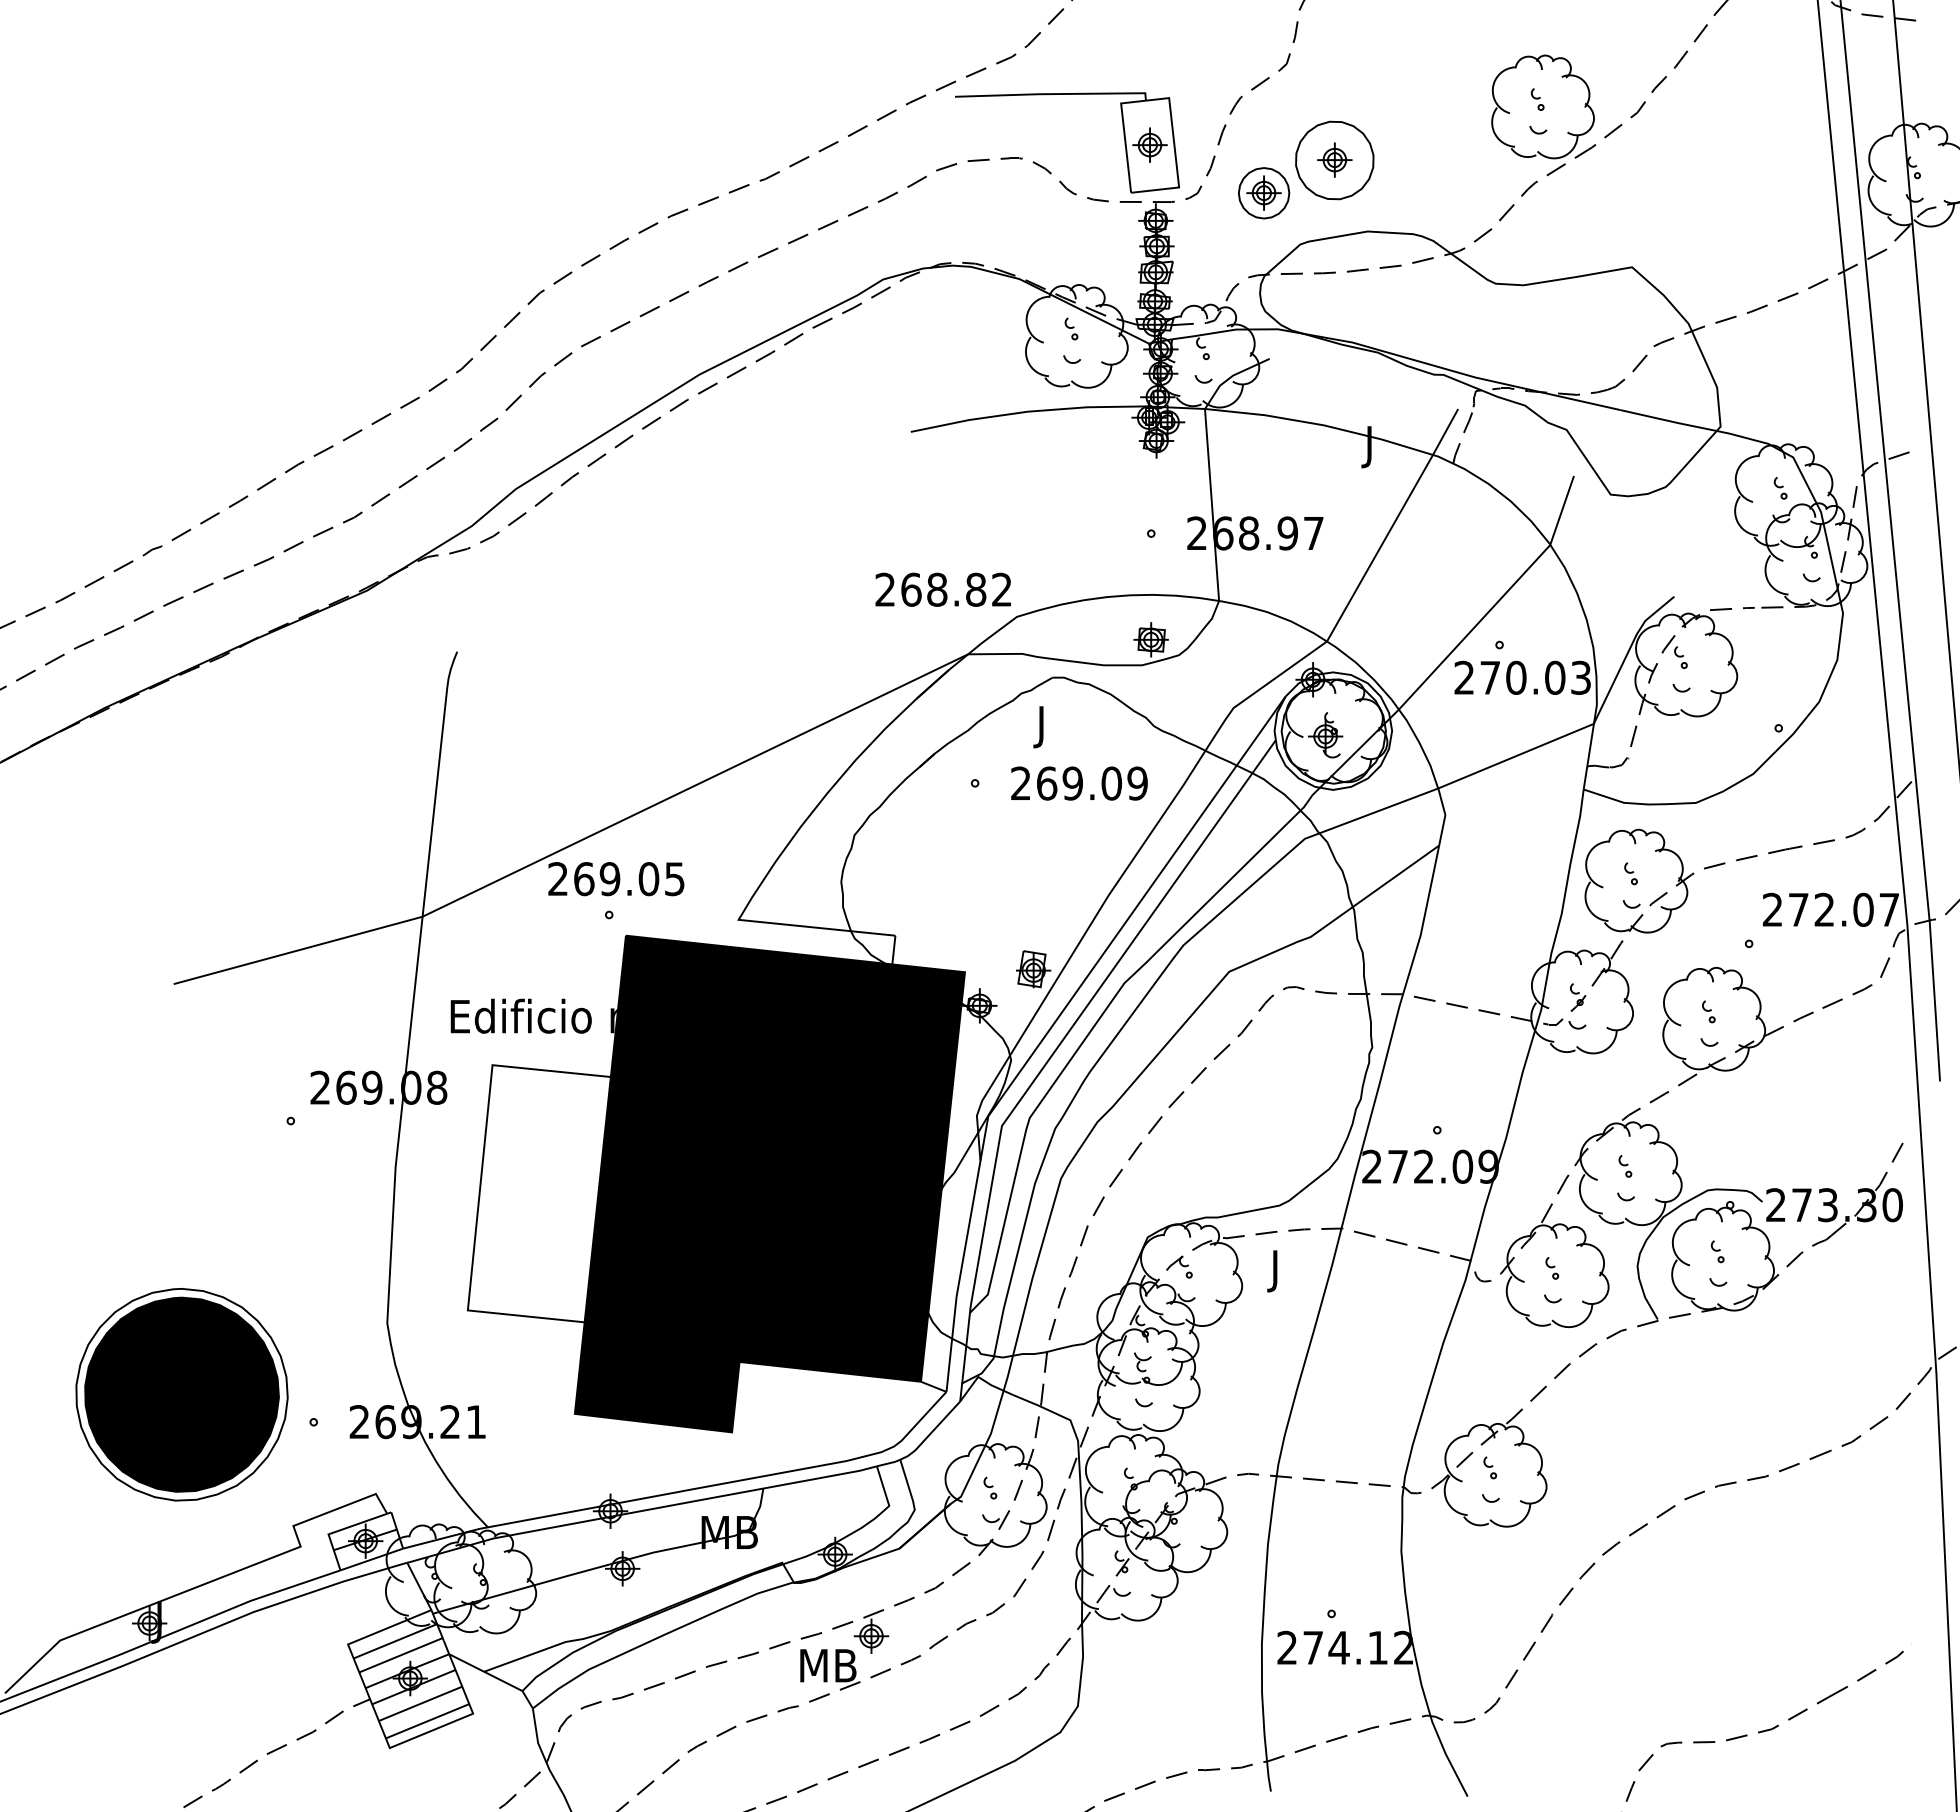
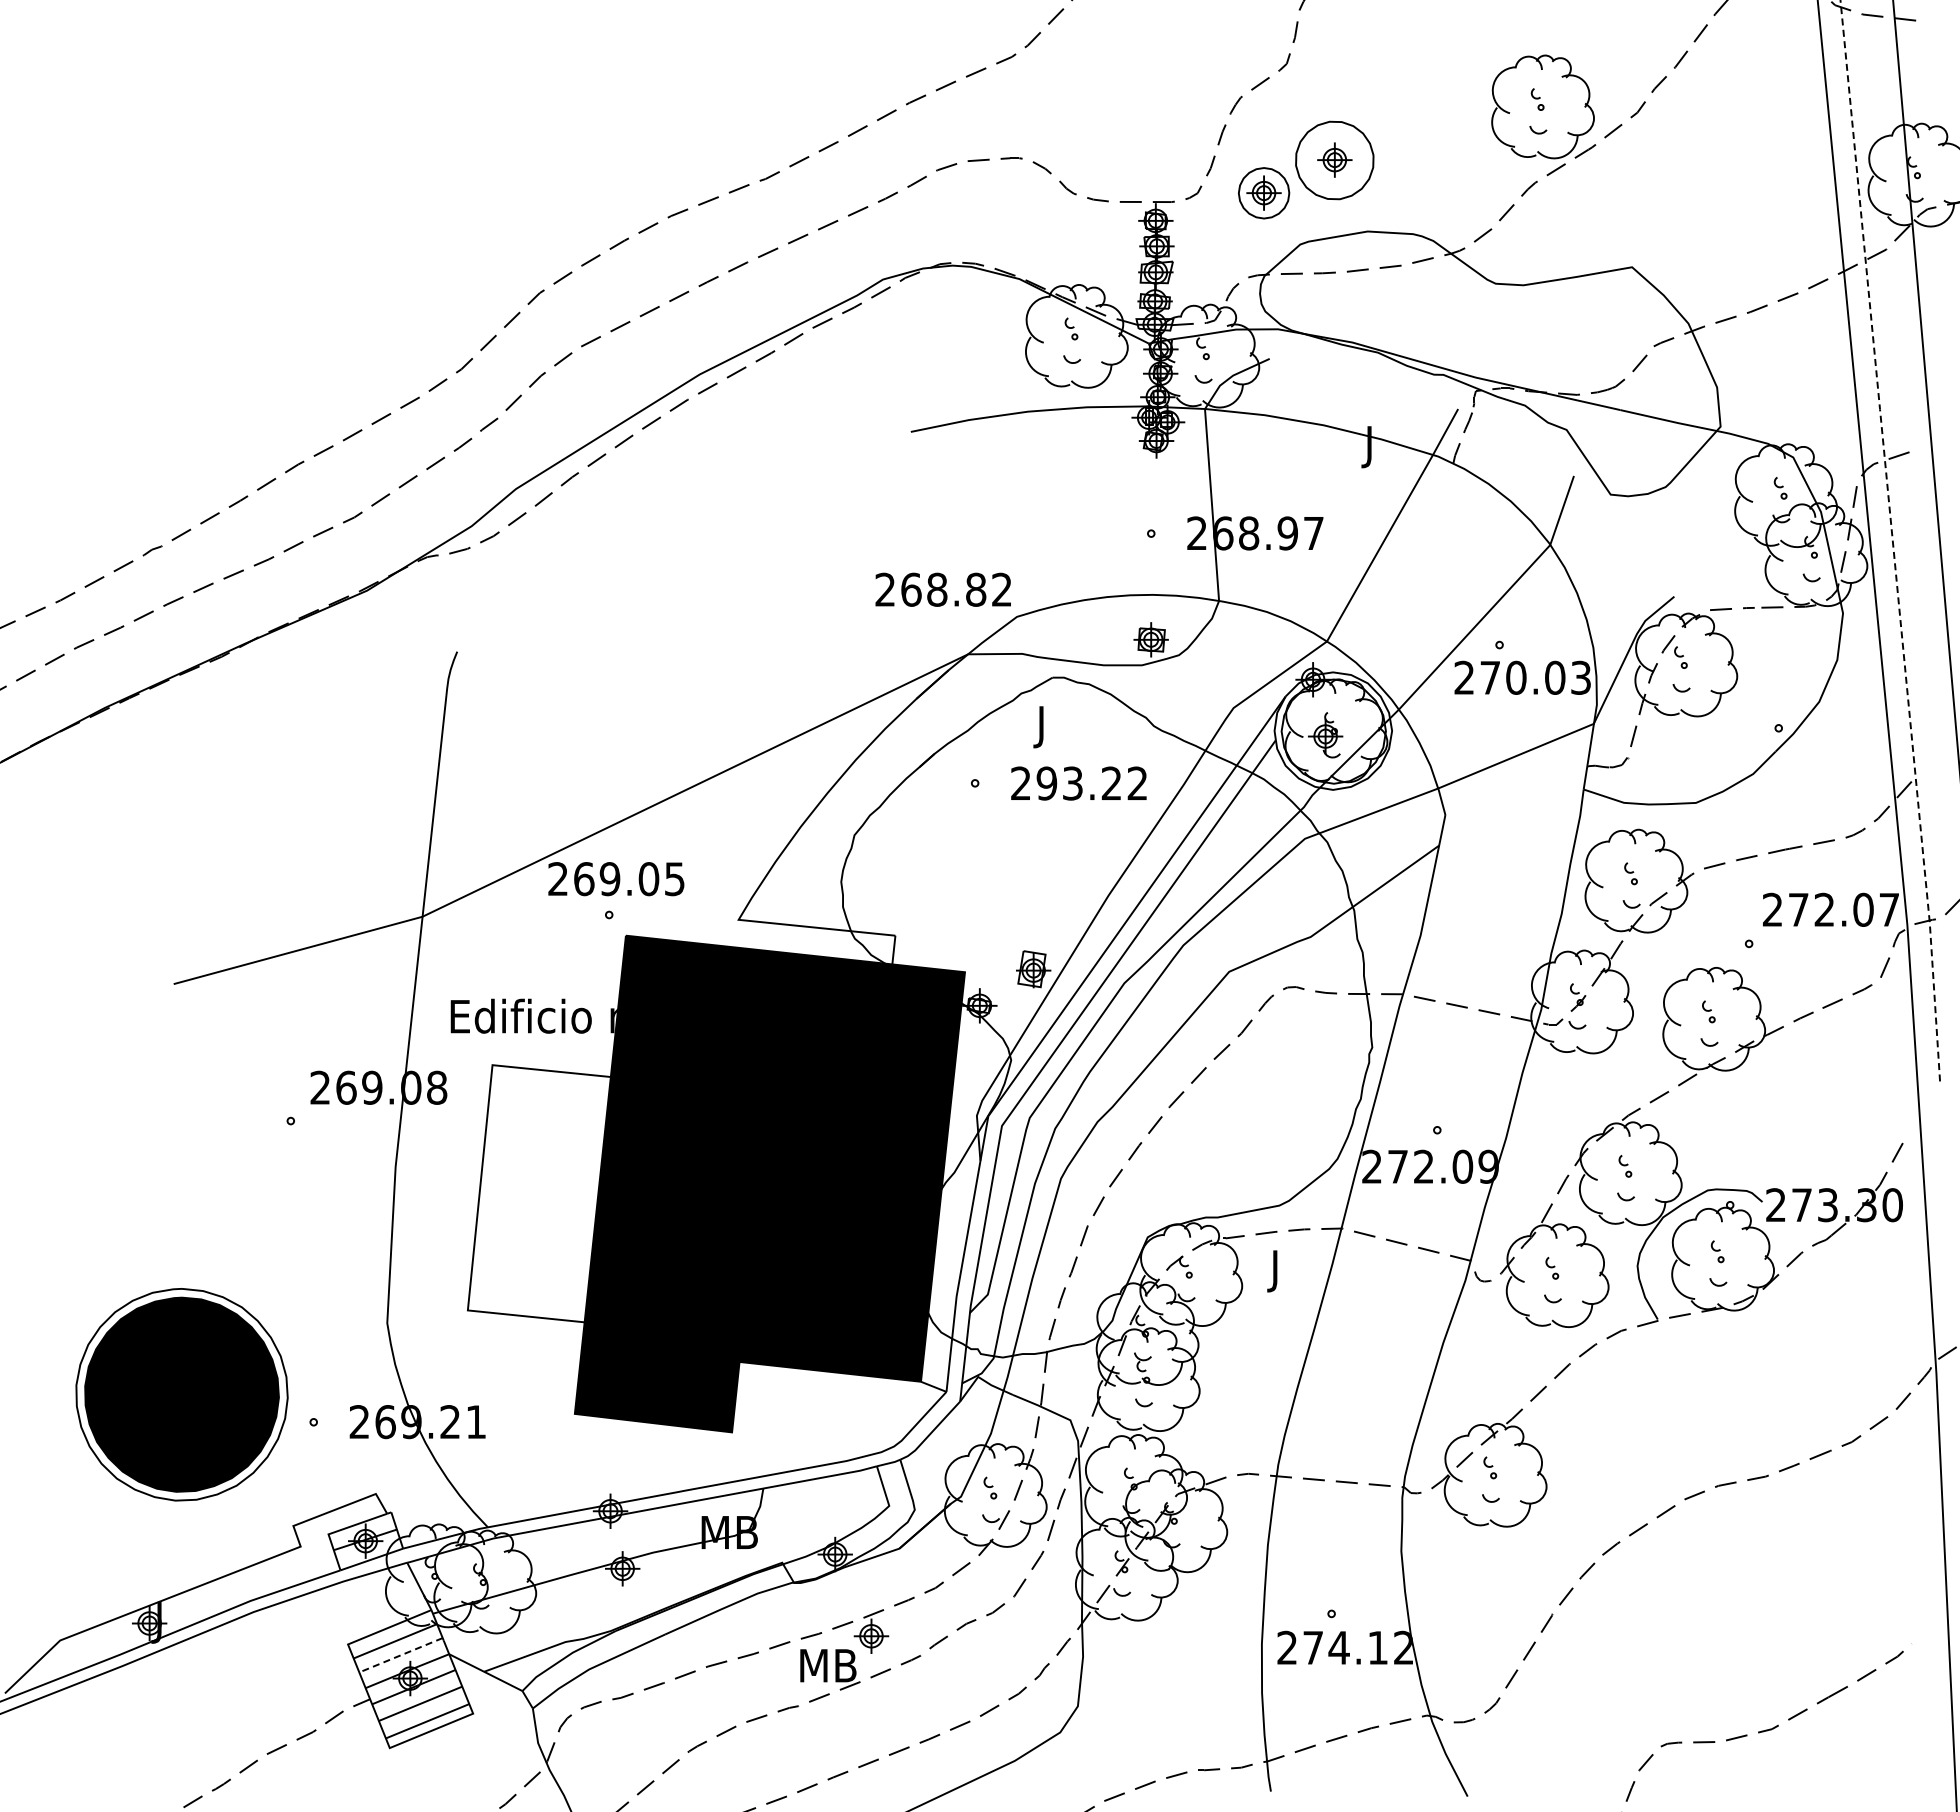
part at (1067, 94): present -> none
line at (1892, 540): solid -> dashed
text at (1091, 783): 269.09 -> 293.22
line at (400, 1655): solid -> dashed
